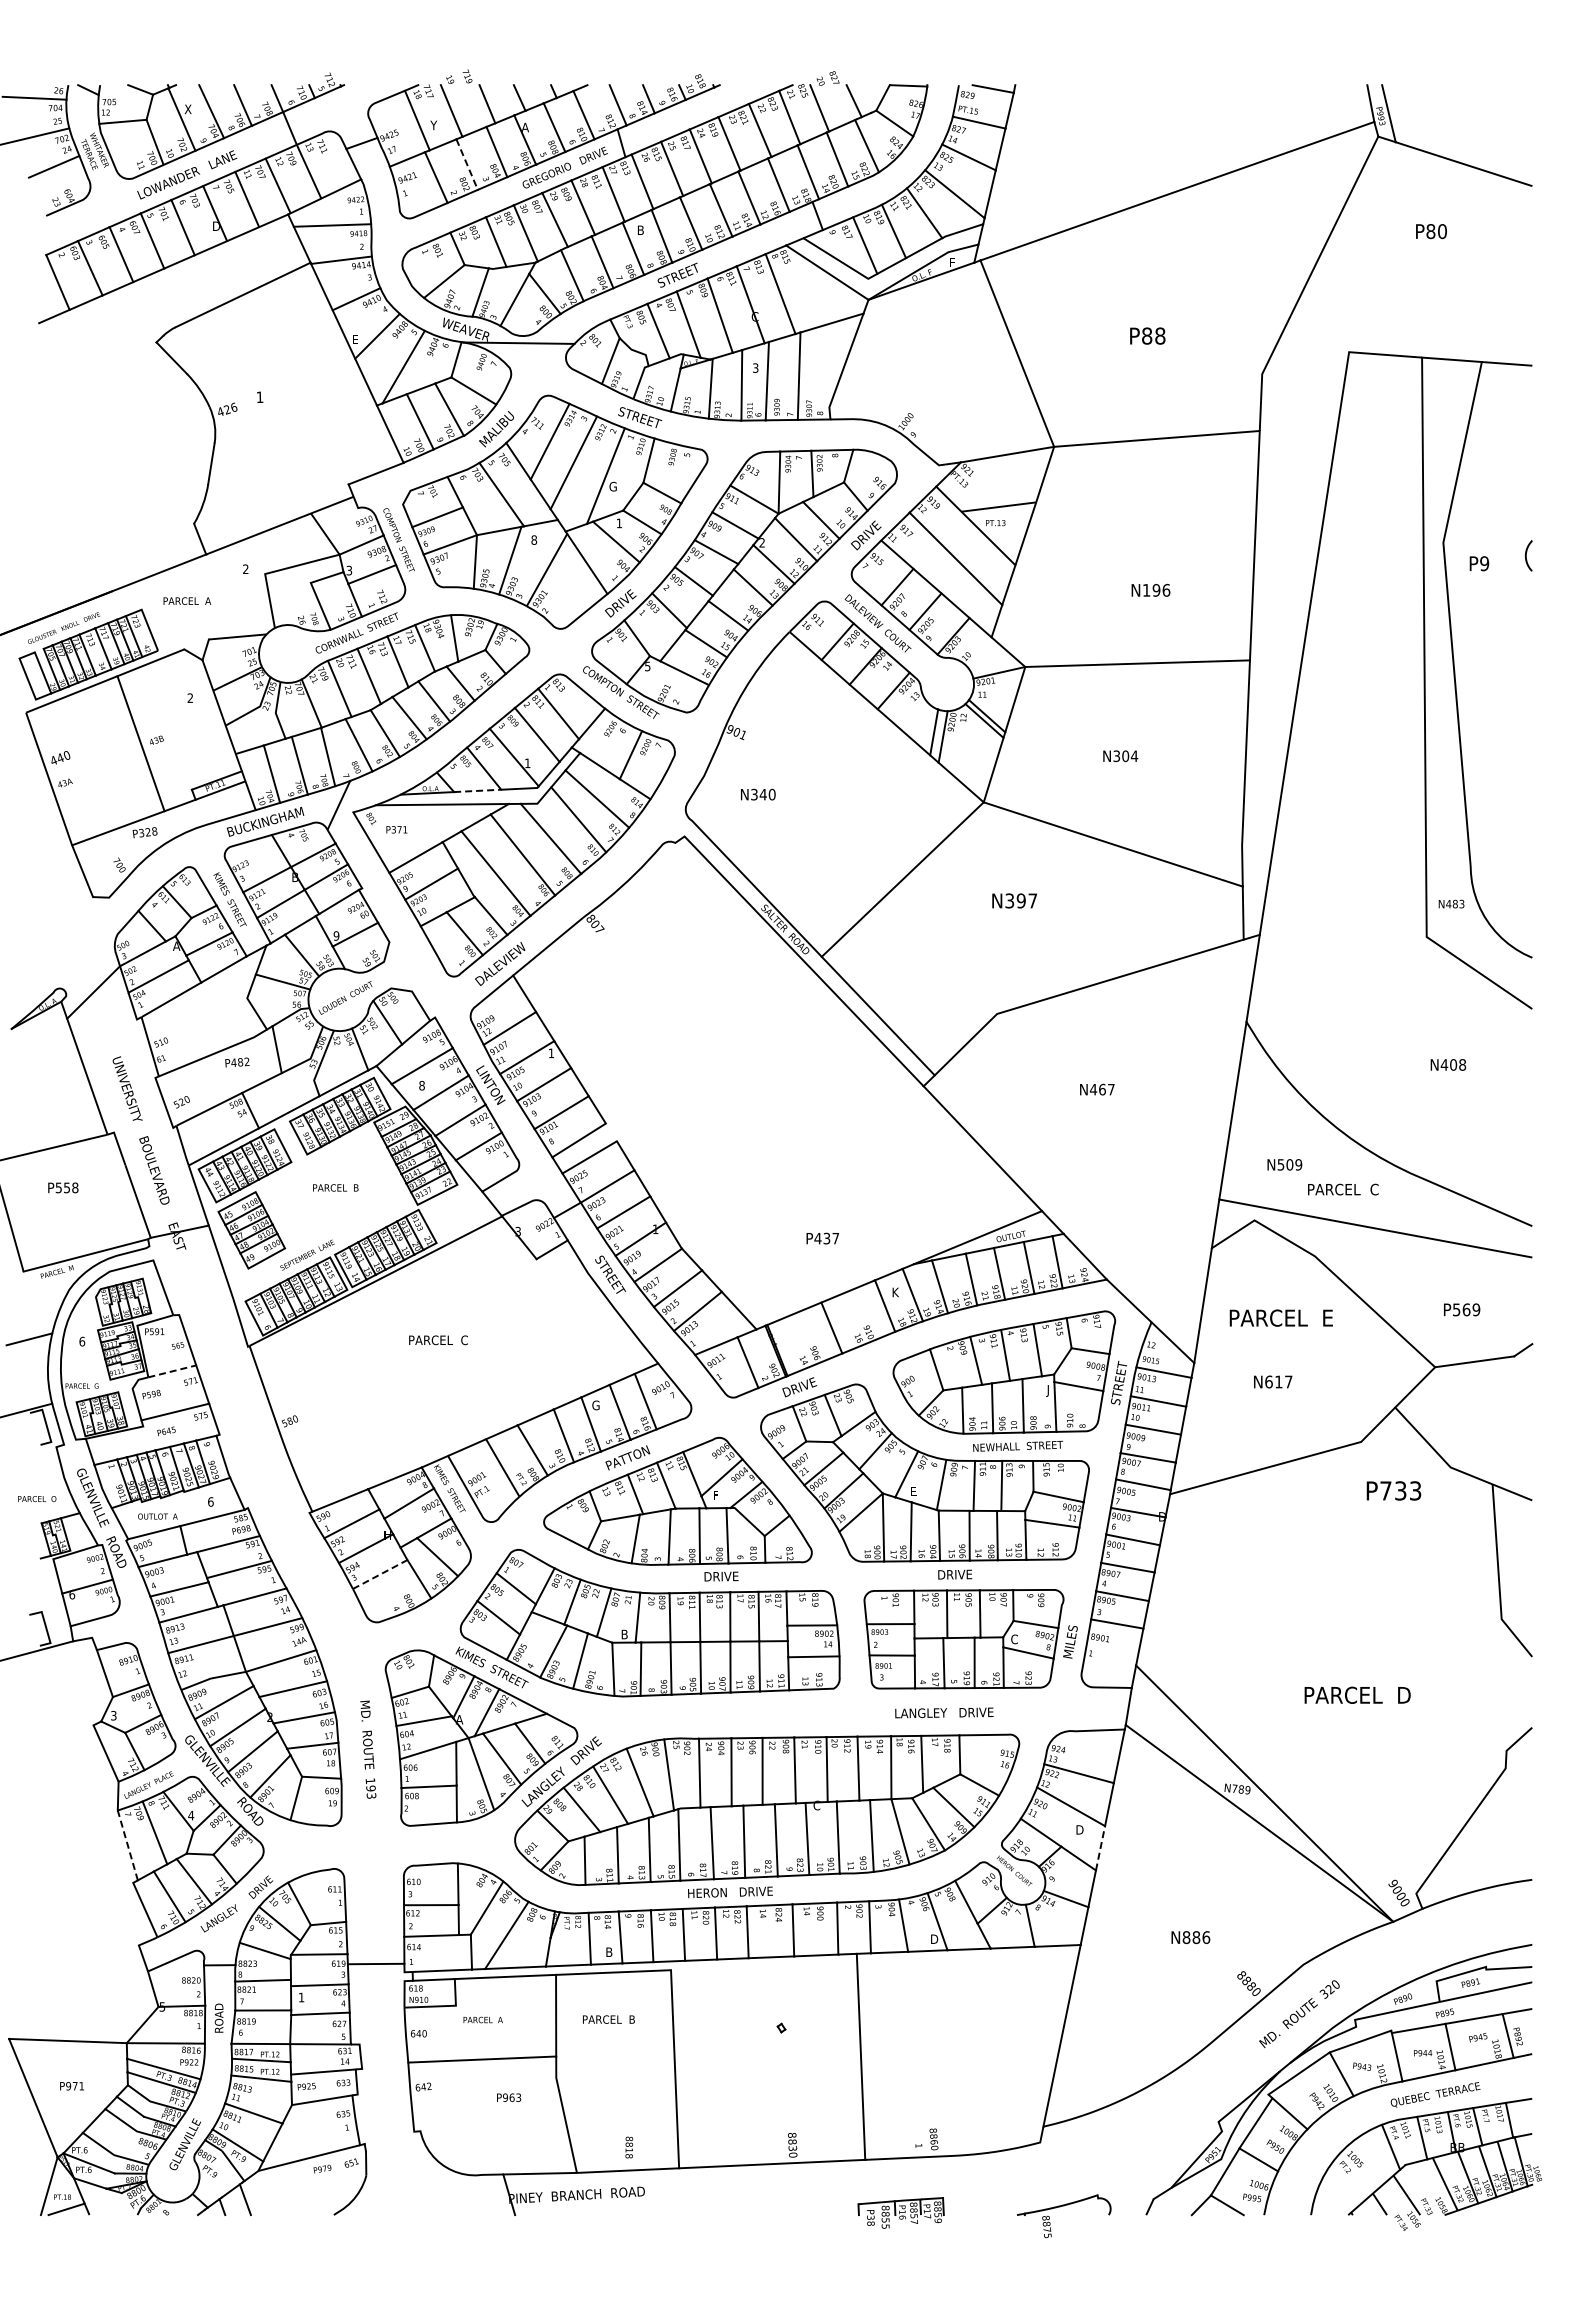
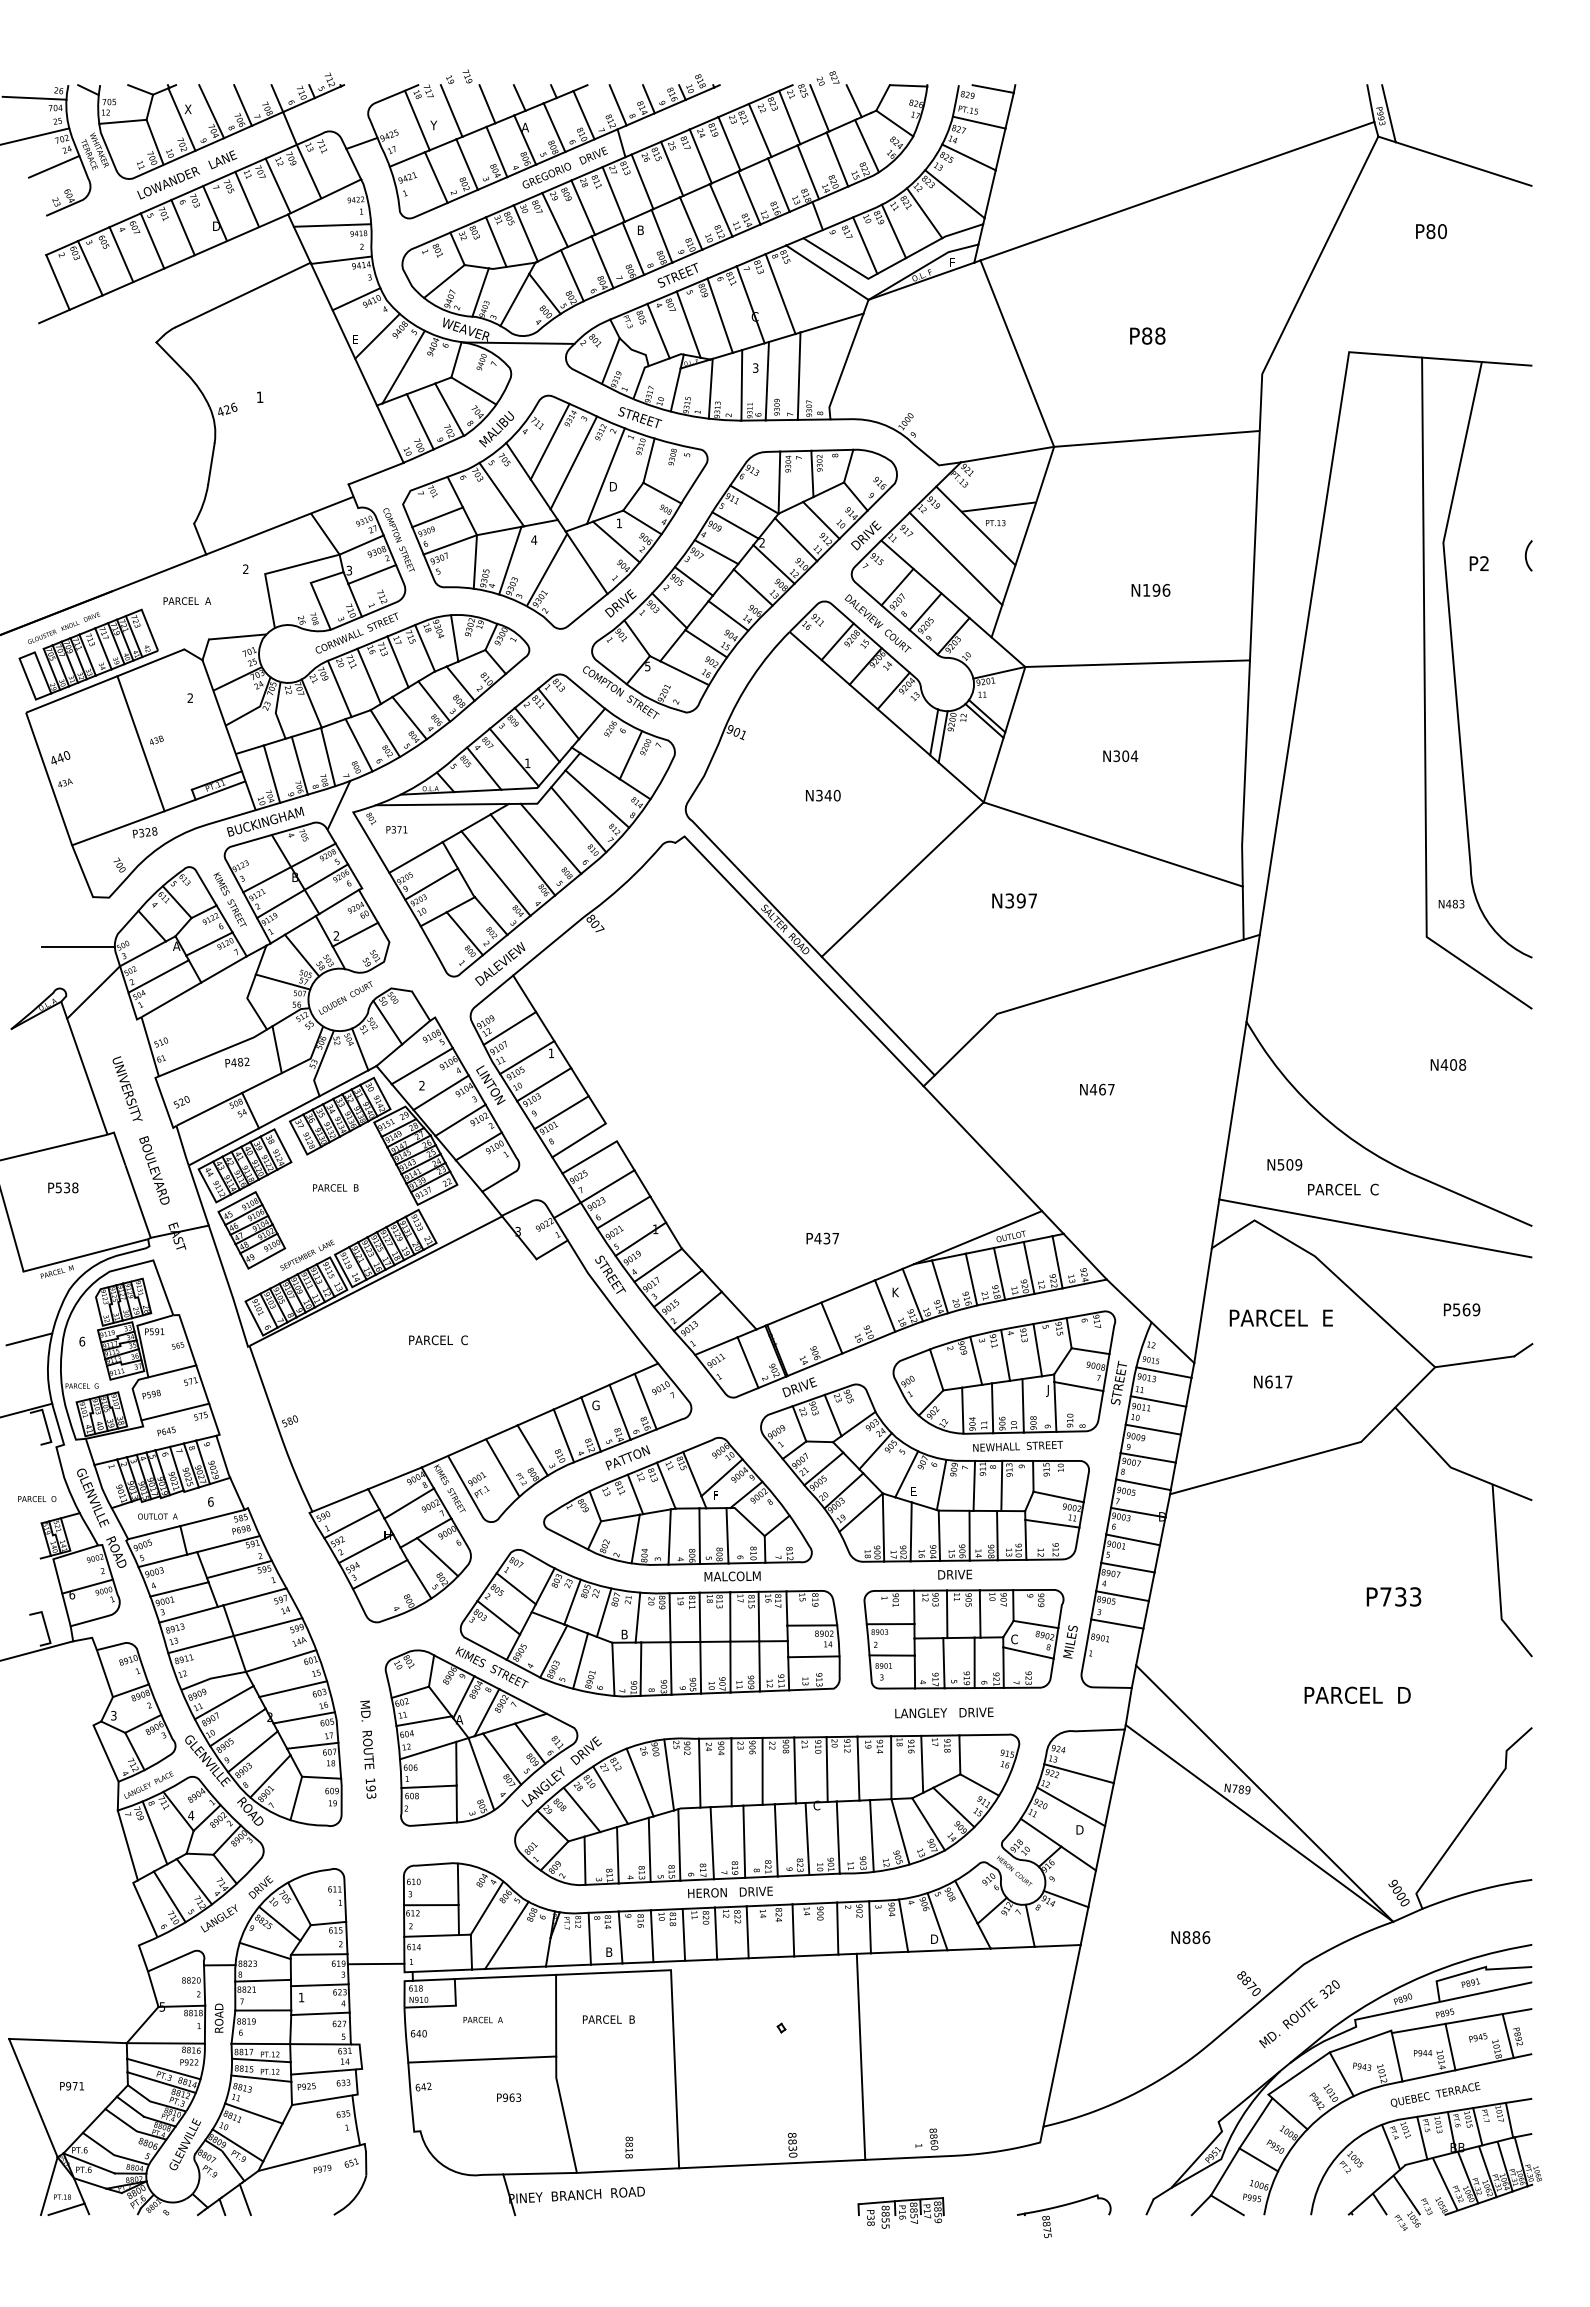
line at (467, 165): dashed -> solid
text at (612, 486): G -> D
text at (533, 539): 8 -> 4
text at (1484, 563): P9 -> P2
line at (477, 790): dashed -> solid
text at (758, 794) position: (758, 794) -> (823, 795)
text at (336, 935): 9 -> 2
line at (77, 947): none -> present
text at (421, 1085): 8 -> 2
text at (67, 1187): P558 -> P538
line at (172, 1371): dashed -> solid
text at (1393, 1490) position: (1393, 1490) -> (1393, 1596)
line at (380, 1574): dashed -> solid
text at (732, 1576): DRIVE -> MALCOLM
line at (127, 1844): dashed -> solid
line at (1100, 1848): dashed -> solid
text at (1251, 1985): 8880 -> 8870
